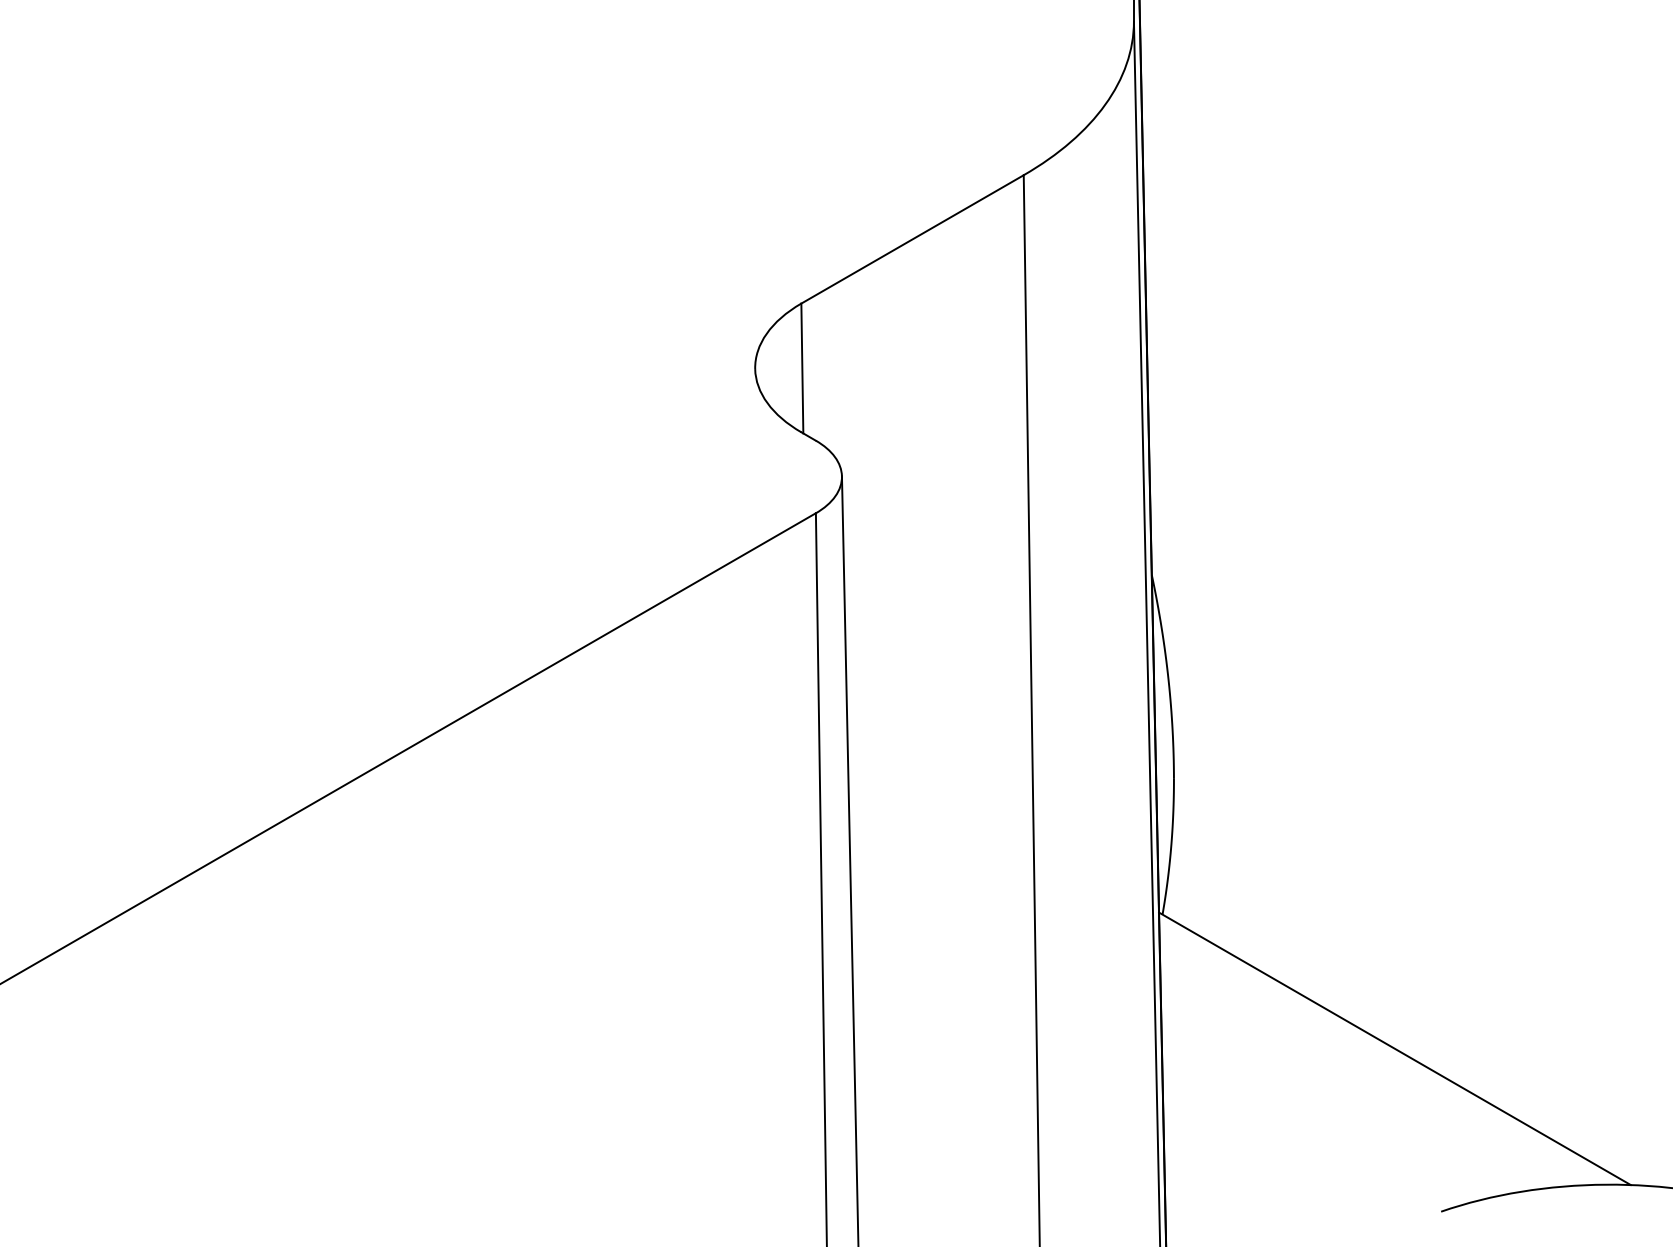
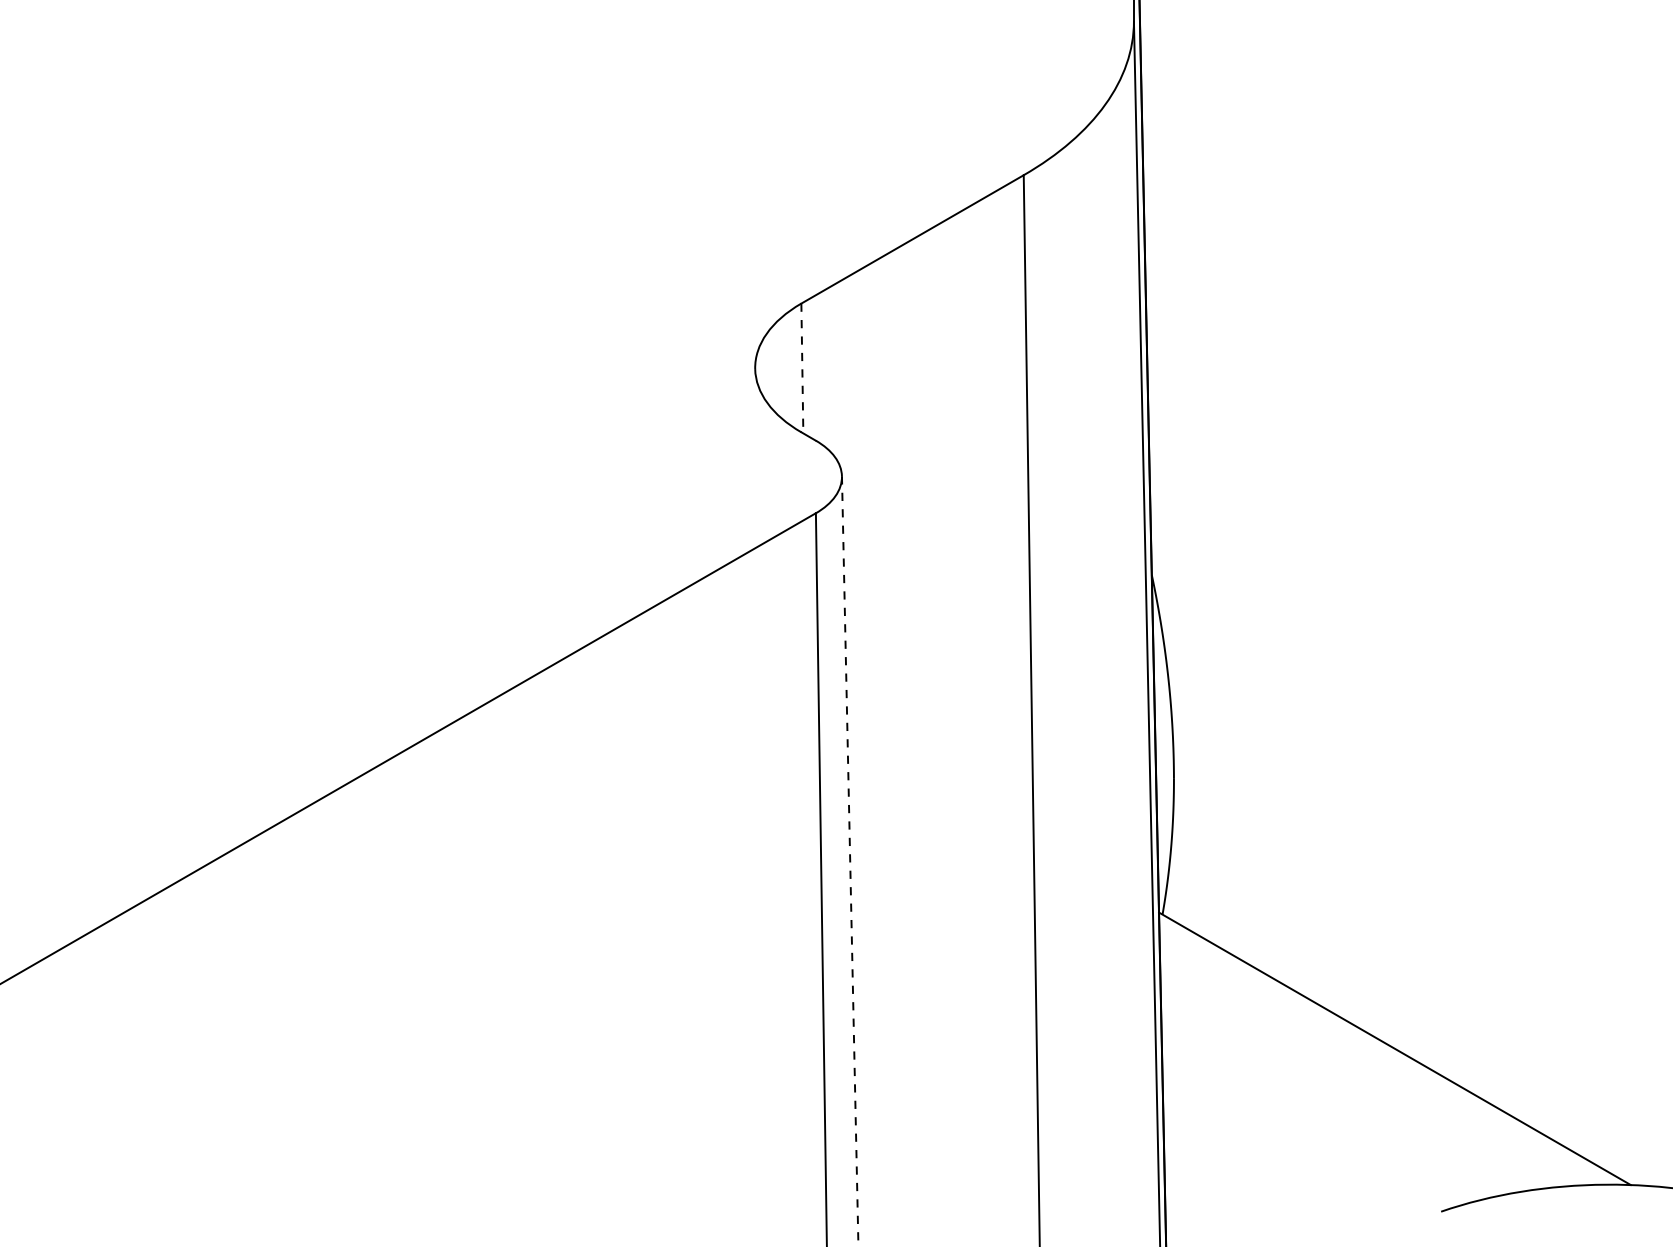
line at (802, 368): solid -> dashed
line at (850, 862): solid -> dashed
